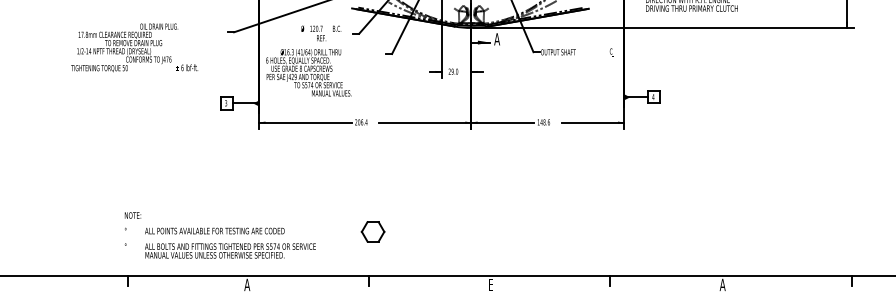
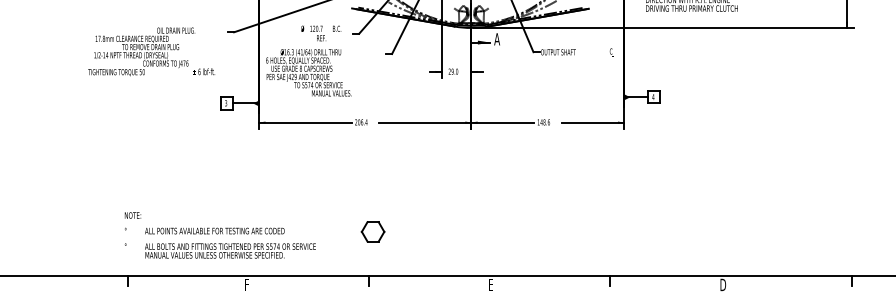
text at (134, 47) position: (134, 47) -> (151, 51)
text at (247, 284): A -> F
text at (722, 284): A -> D
